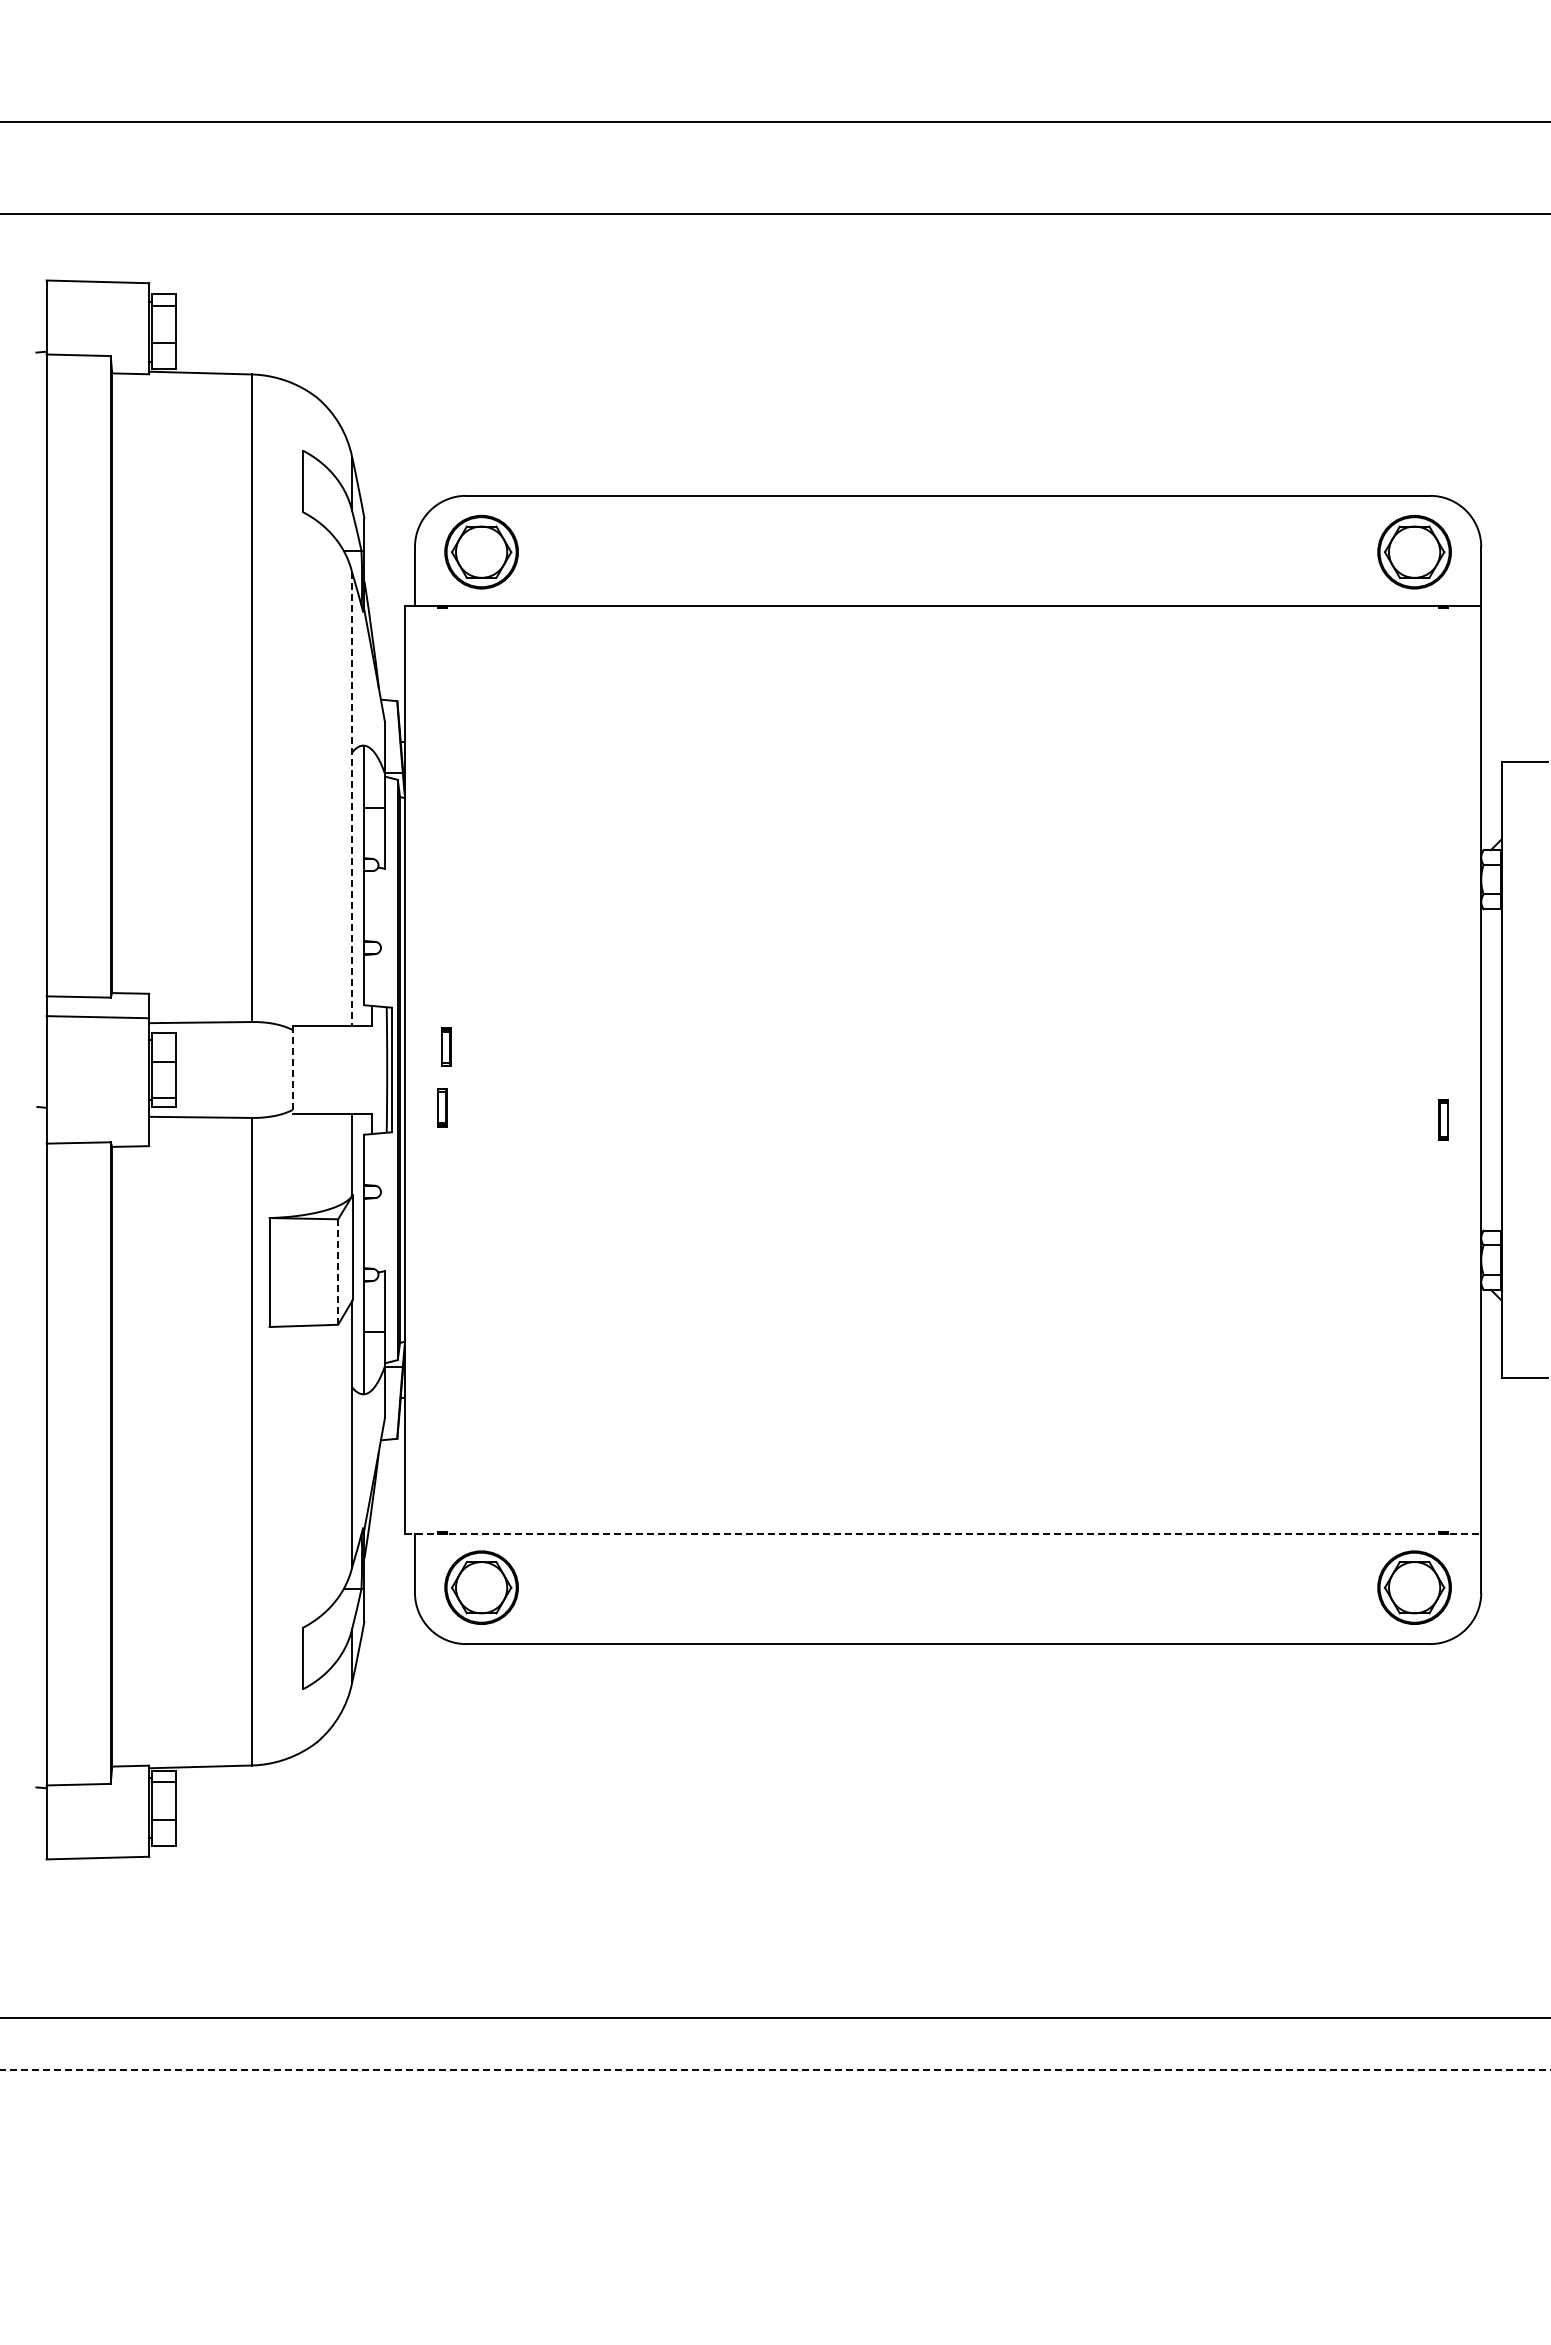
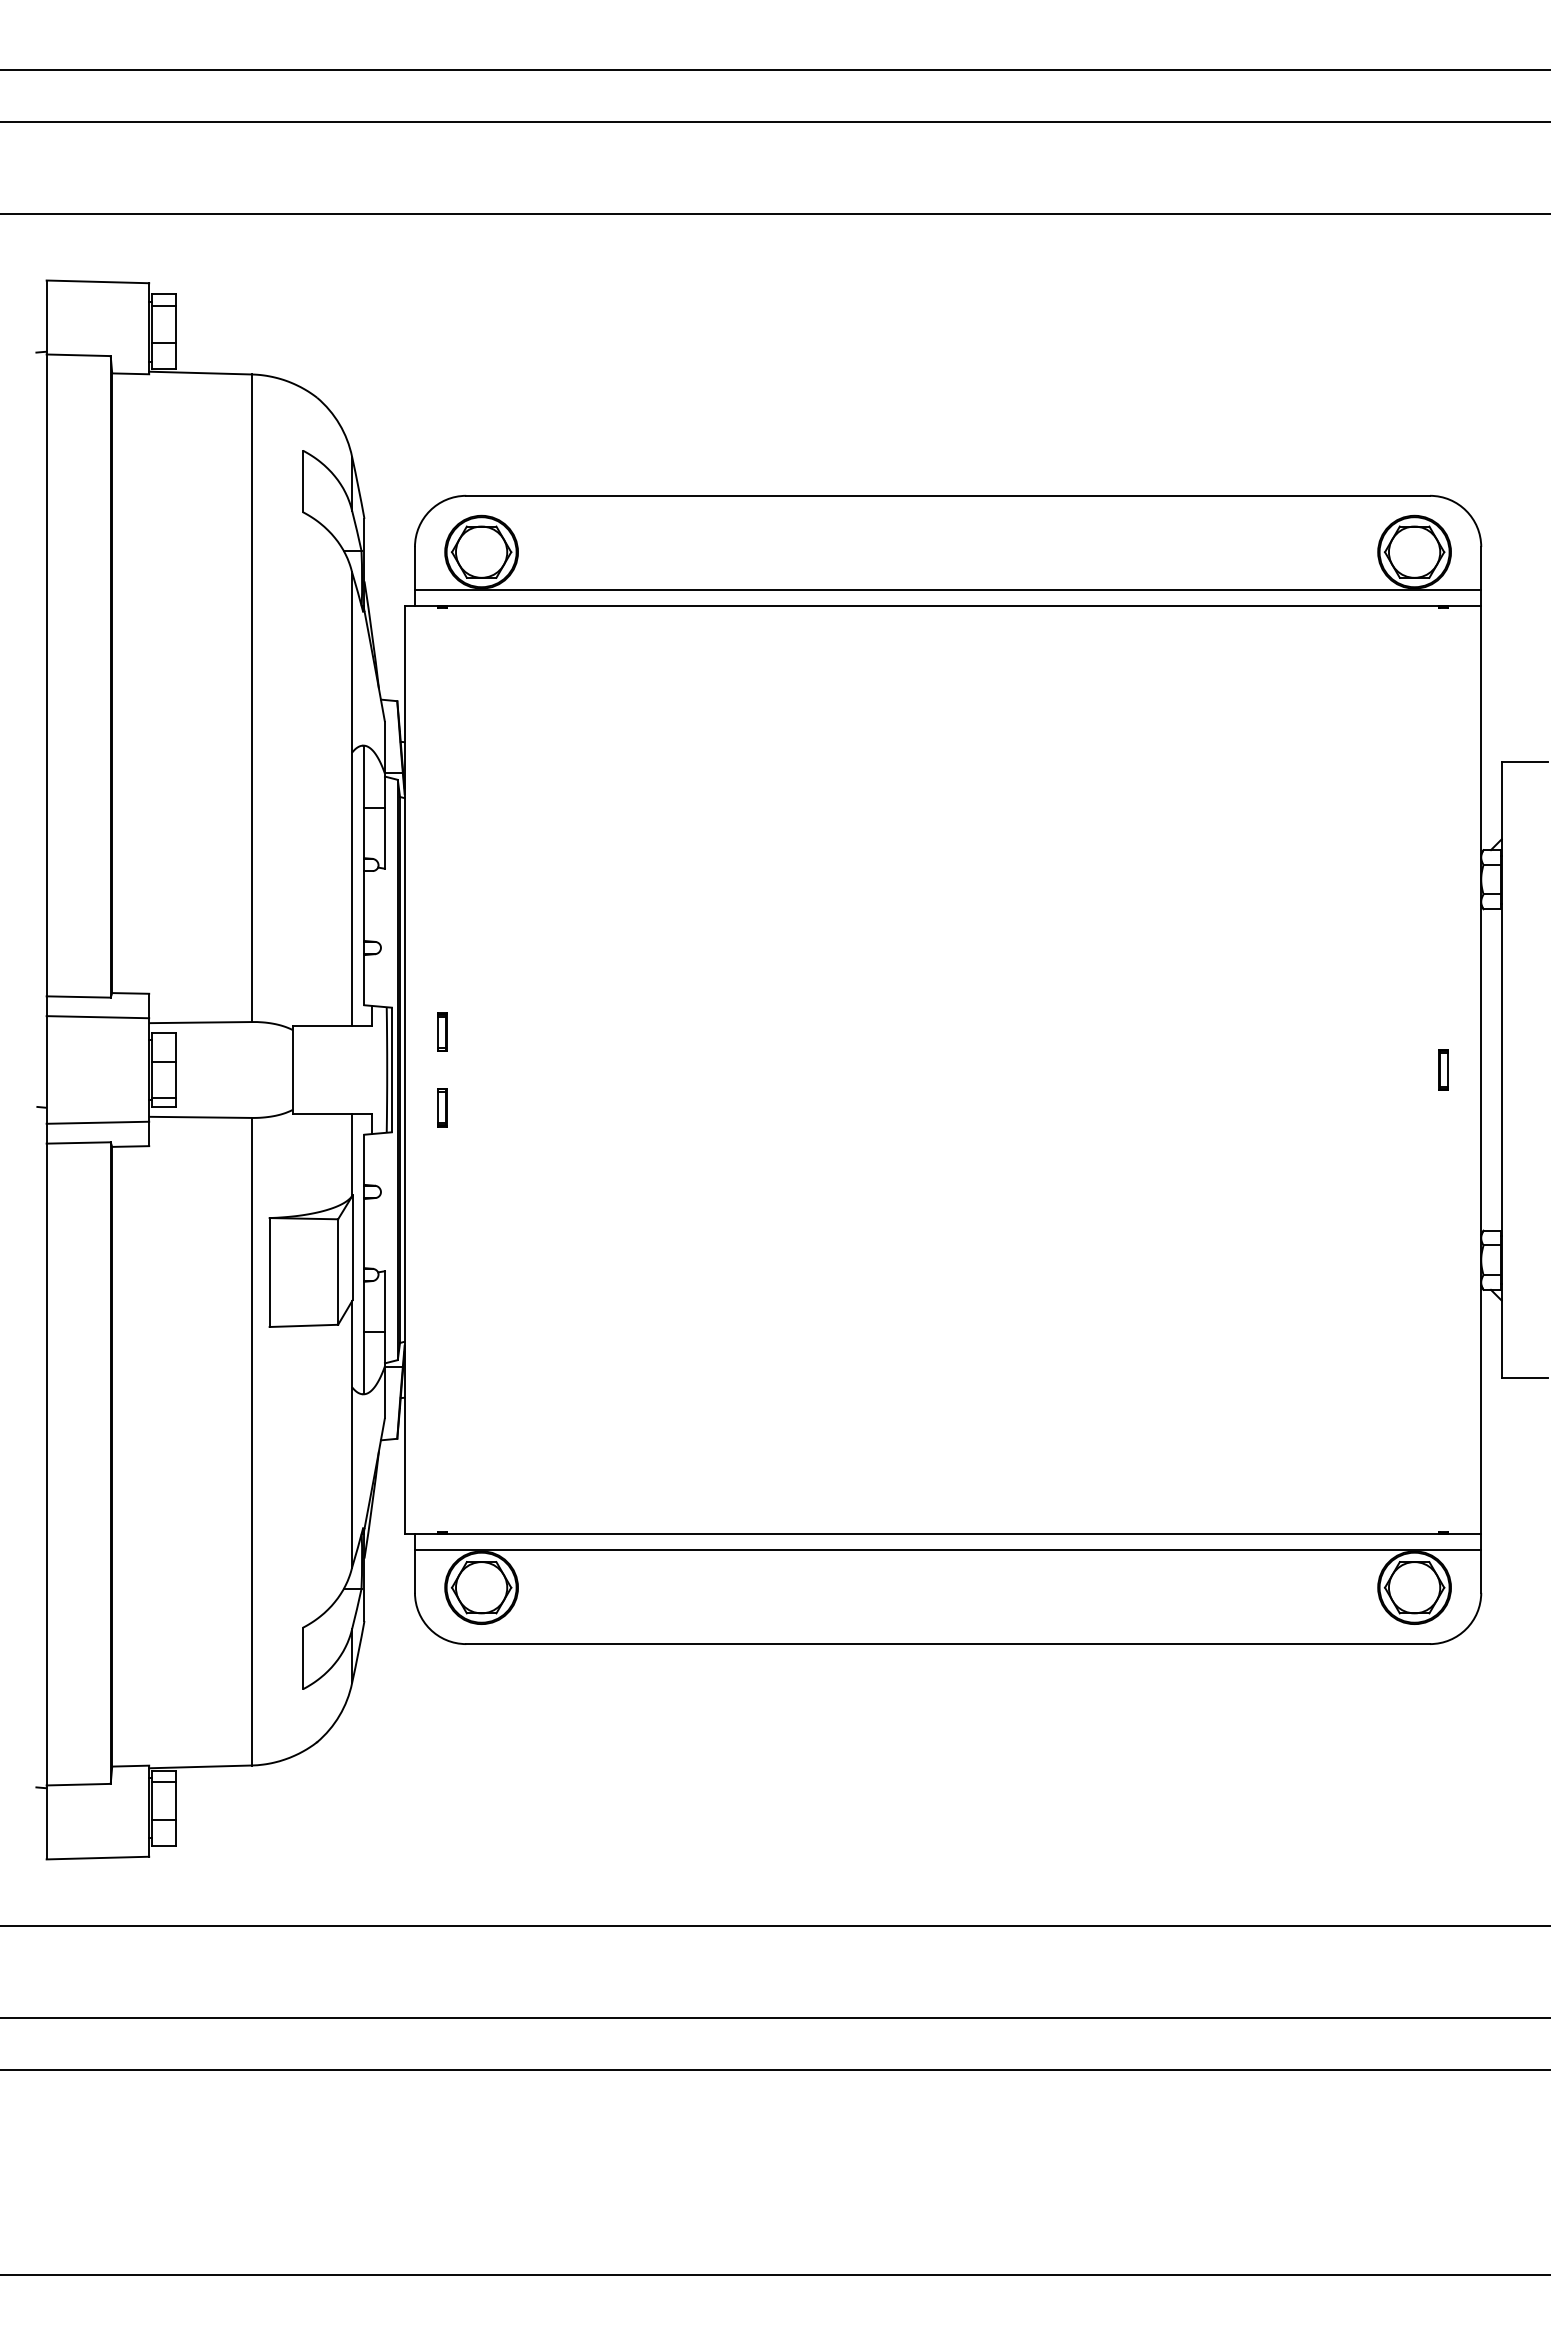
line at (774, 70): none -> present
line at (947, 590): none -> present
line at (352, 799): dashed -> solid
part at (446, 1046) position: (446, 1046) -> (442, 1031)
line at (292, 1069): dashed -> solid
part at (1443, 1119) position: (1443, 1119) -> (1443, 1069)
line at (97, 1122): none -> present
line at (338, 1272): dashed -> solid
line at (943, 1533): dashed -> solid
line at (947, 1549): none -> present
line at (774, 1926): none -> present
line at (775, 2069): dashed -> solid
line at (774, 2274): none -> present
